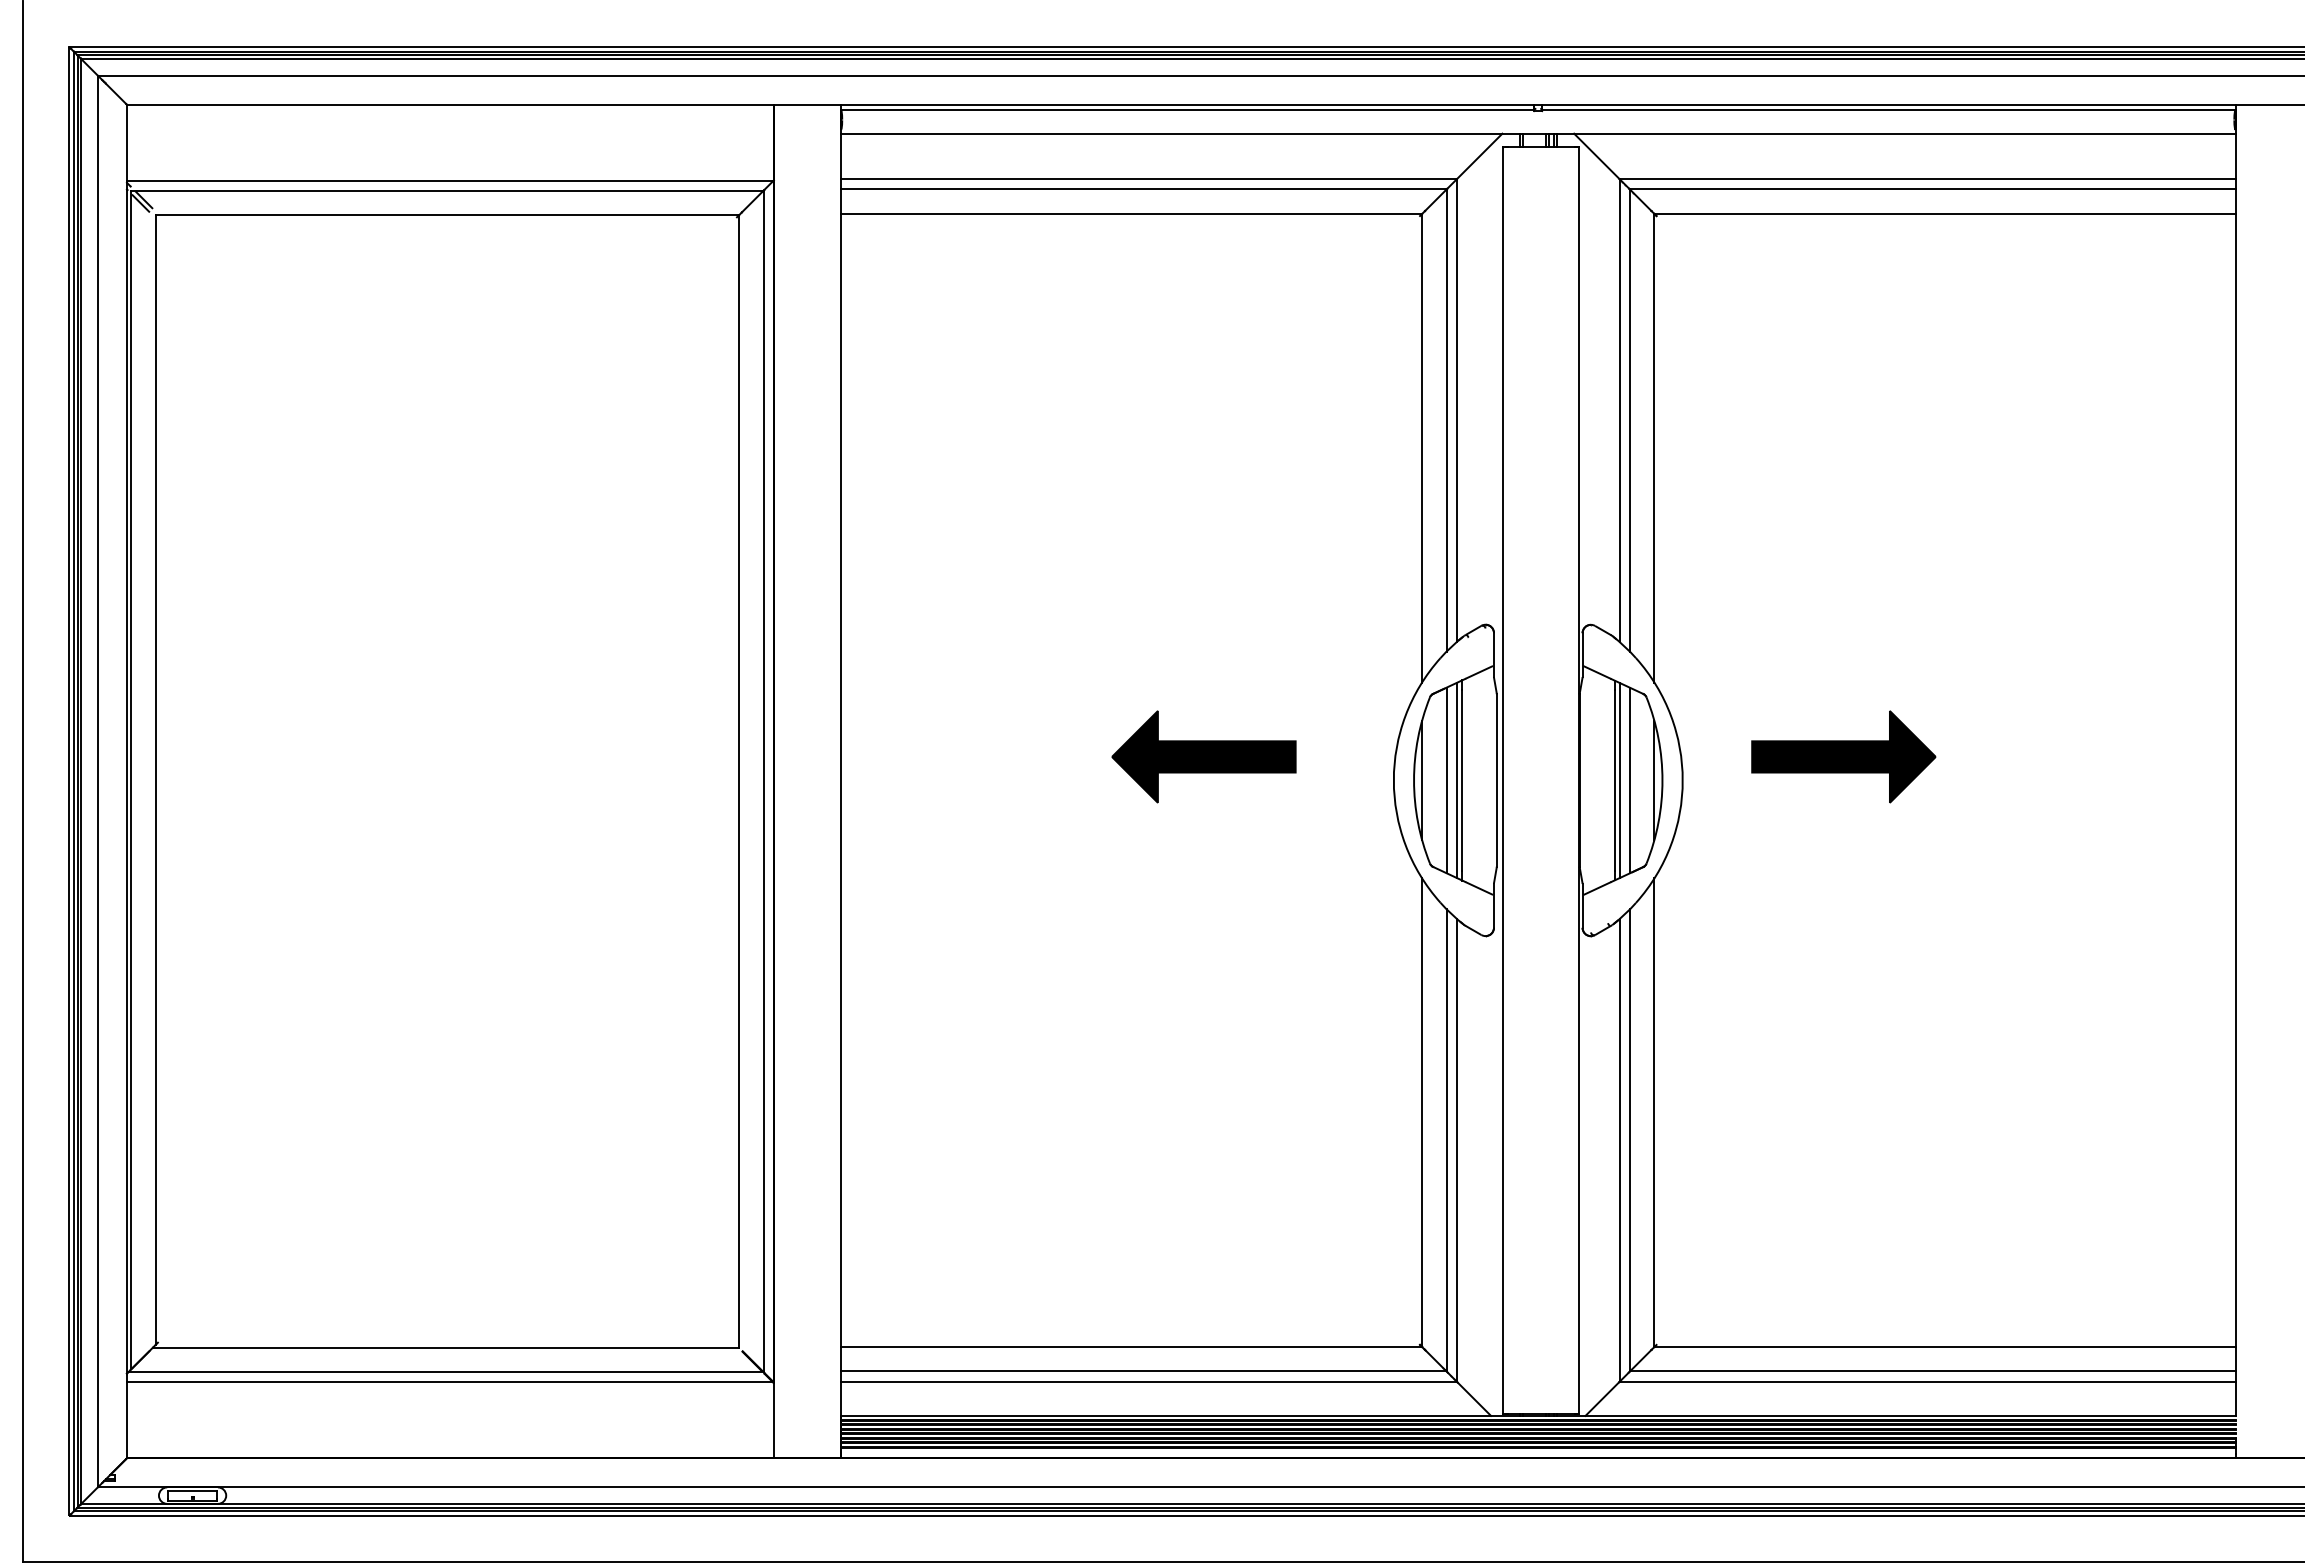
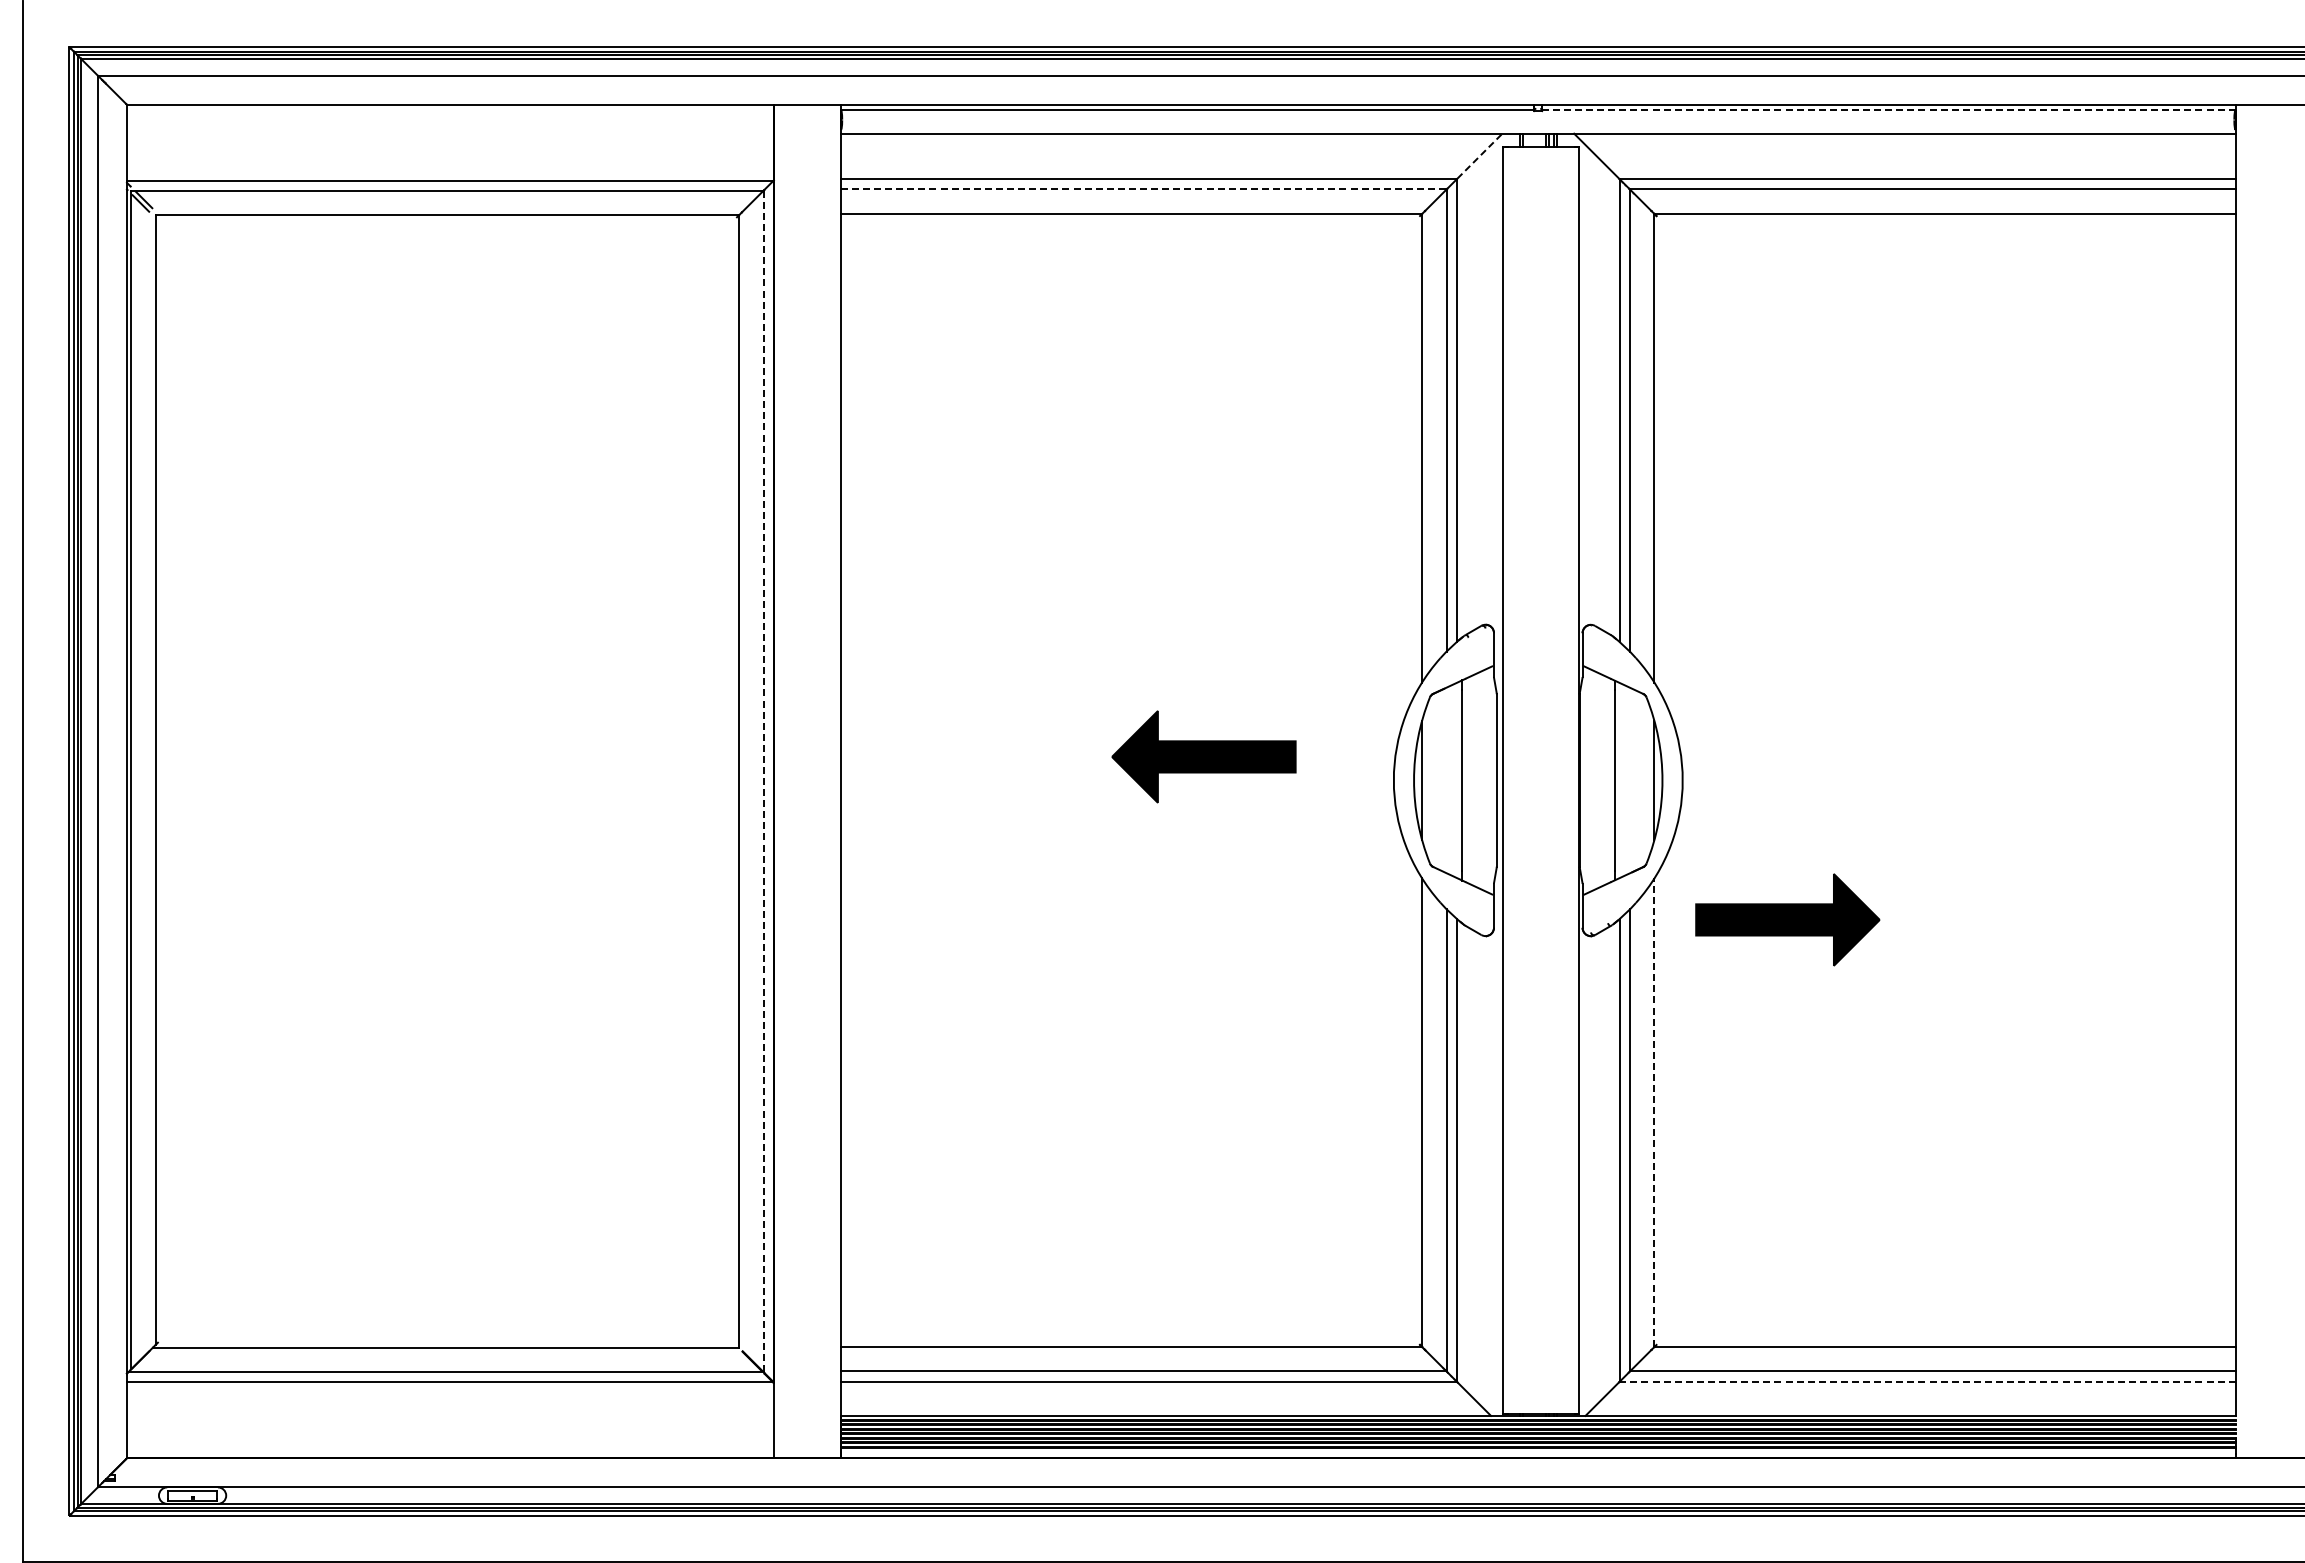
line at (1889, 109): solid -> dashed
line at (1479, 156): solid -> dashed
line at (1143, 189): solid -> dashed
part at (1843, 756) position: (1843, 756) -> (1787, 919)
line at (1446, 780): present -> none
line at (1456, 780): present -> none
line at (1619, 780): present -> none
line at (1629, 780): present -> none
line at (763, 781): solid -> dashed
line at (1654, 1112): solid -> dashed
line at (1927, 1381): solid -> dashed
